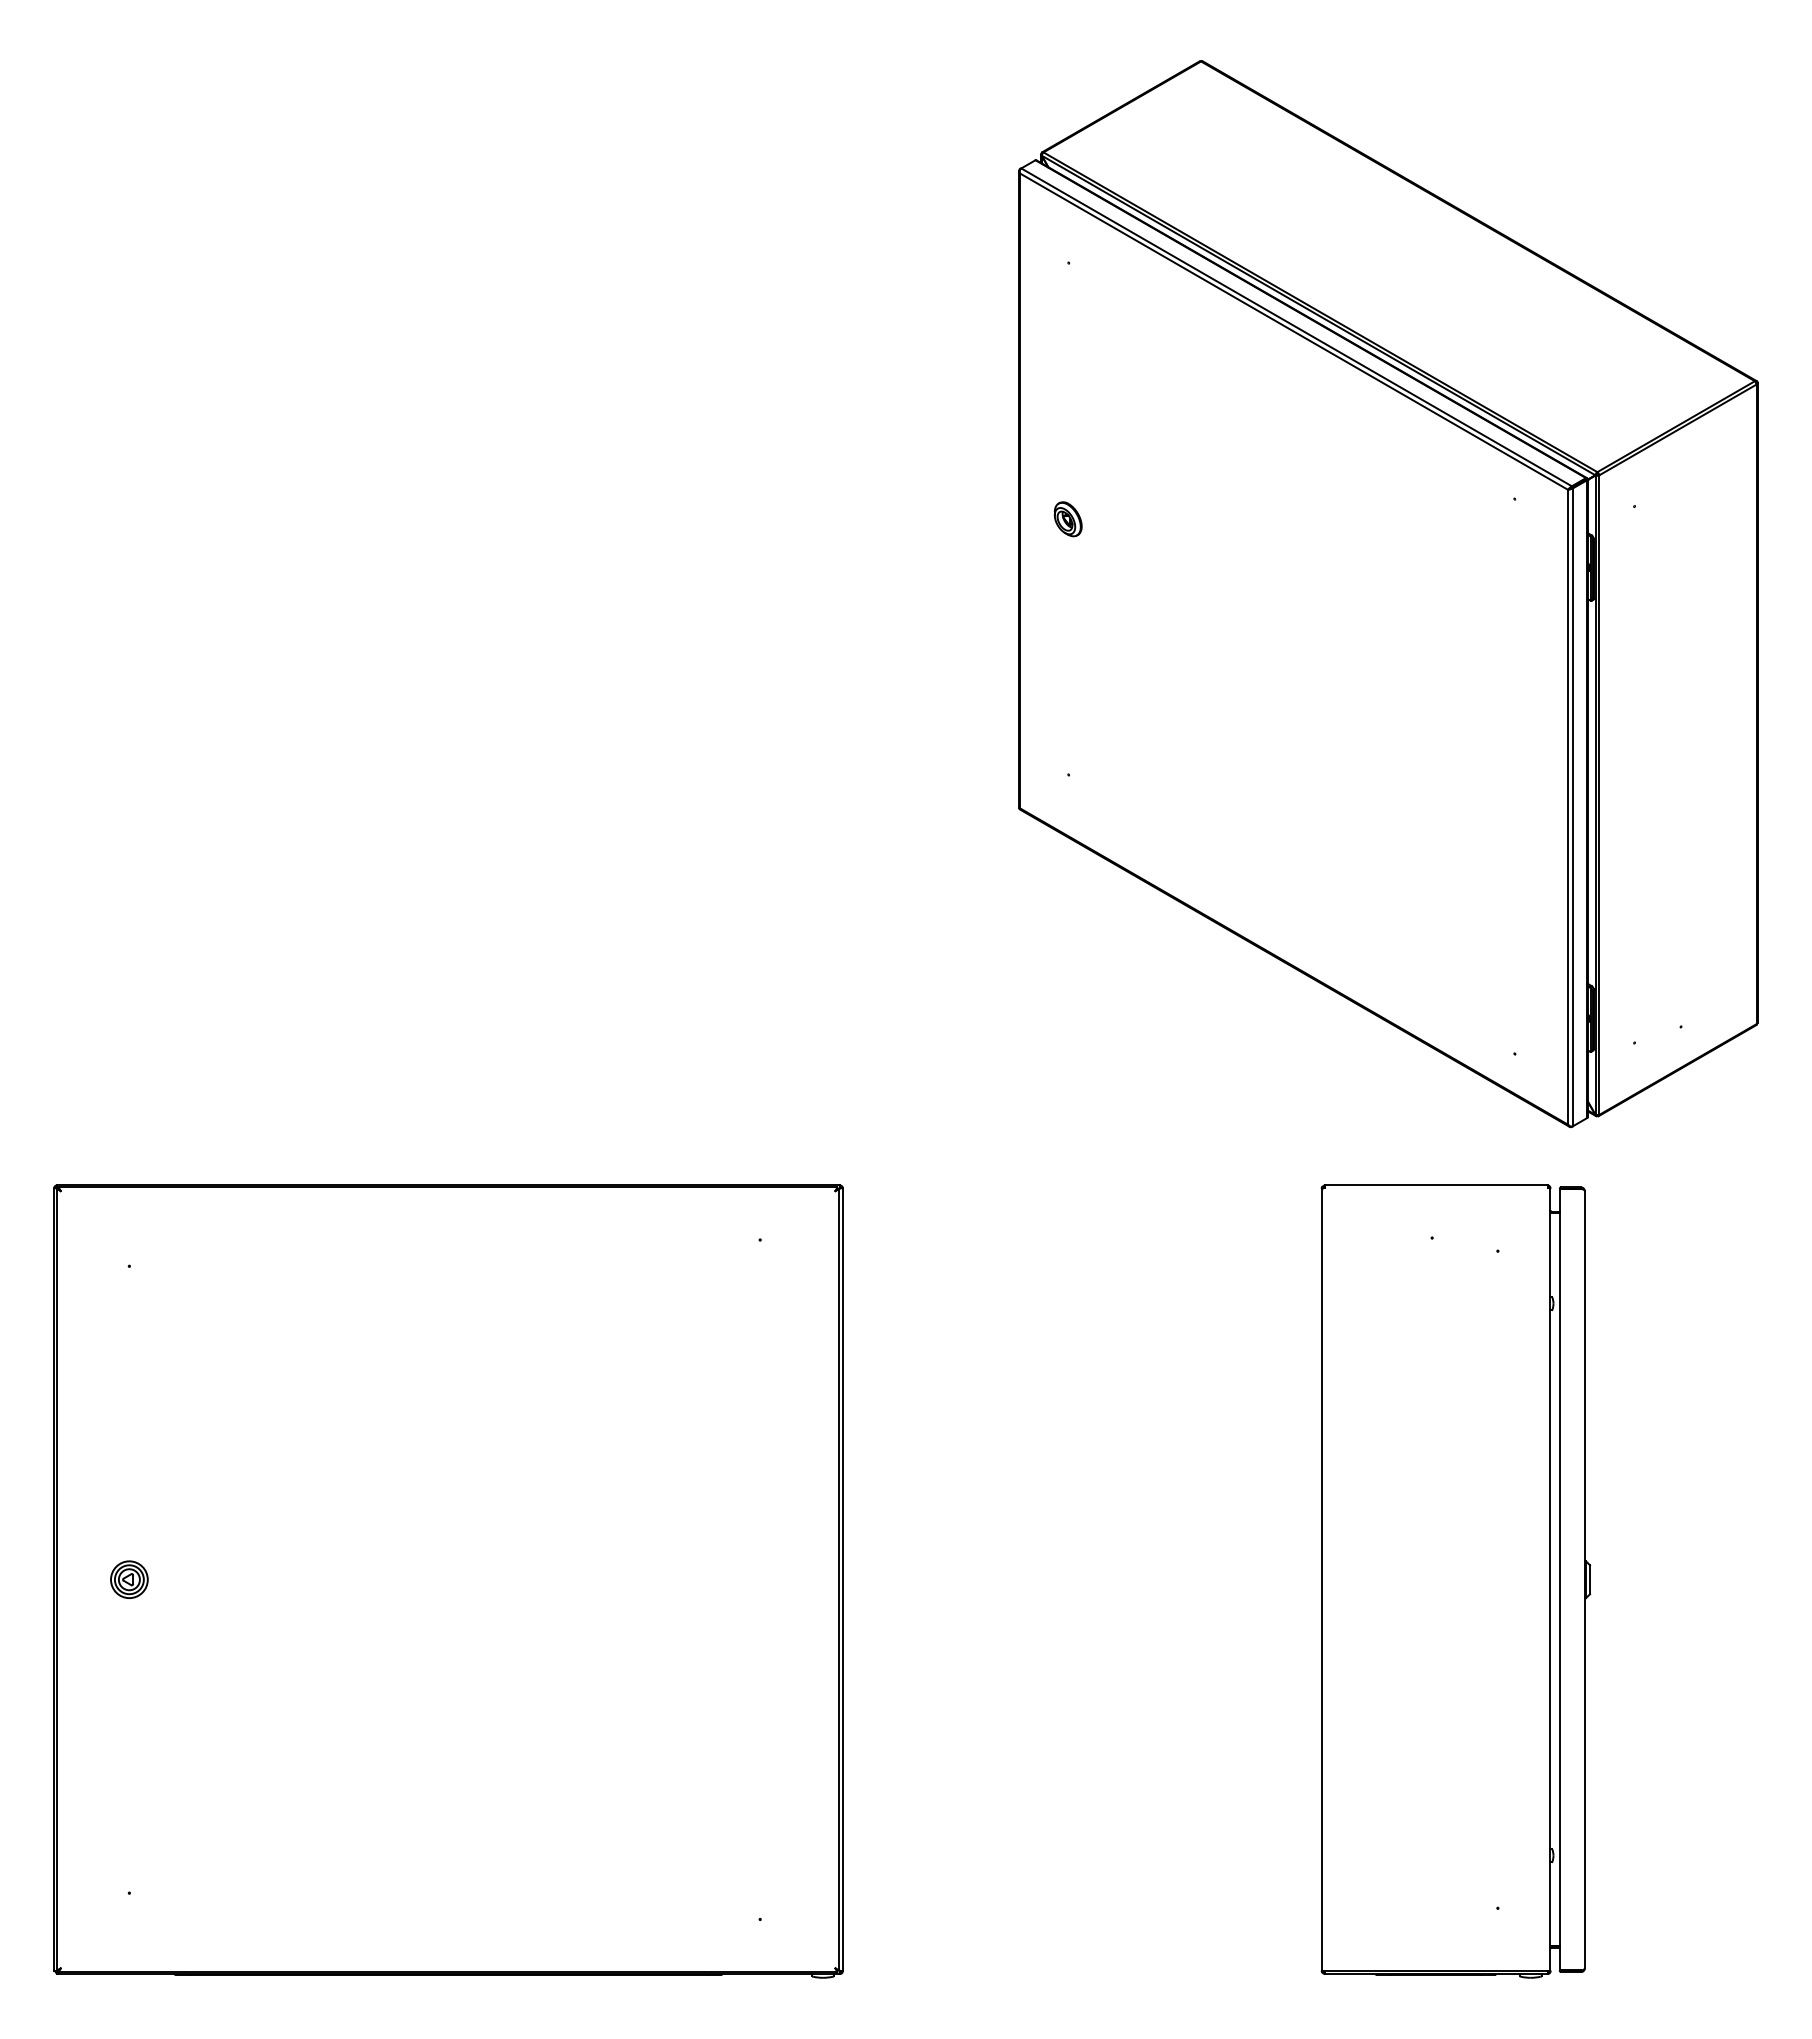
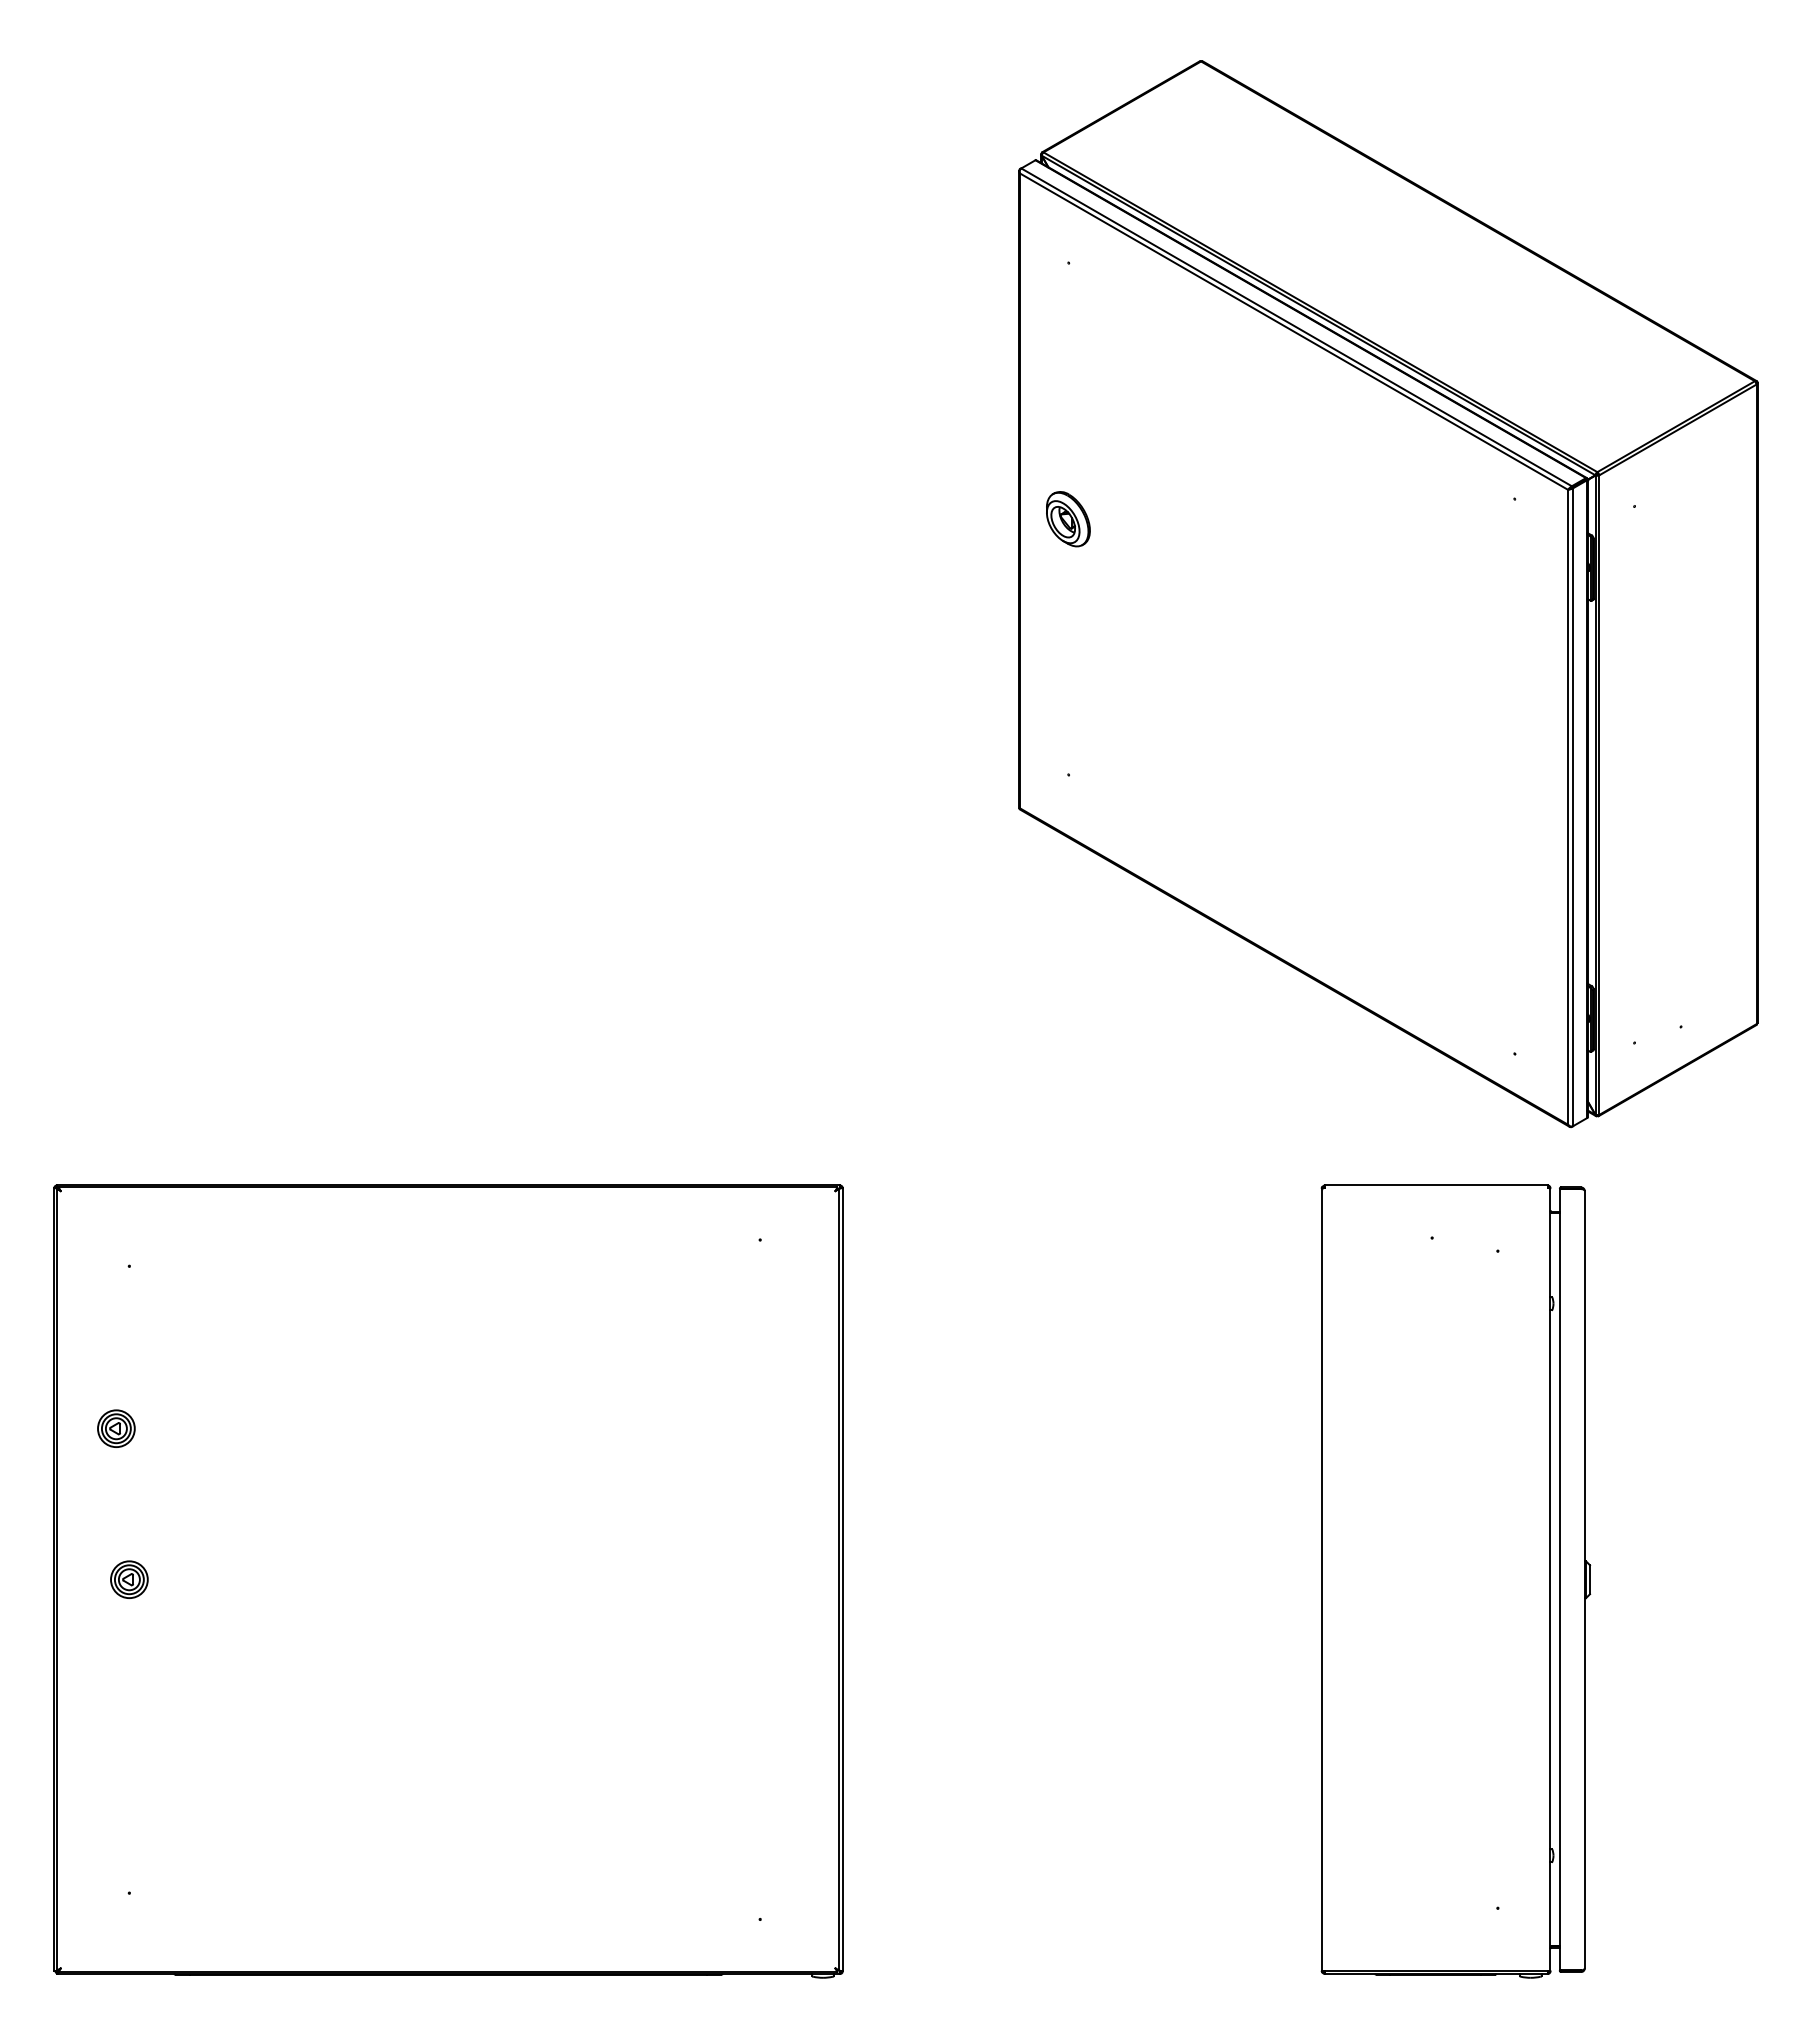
part at (1067, 519) size: 30x37 px -> 45x57 px
part at (116, 1428): none -> present
